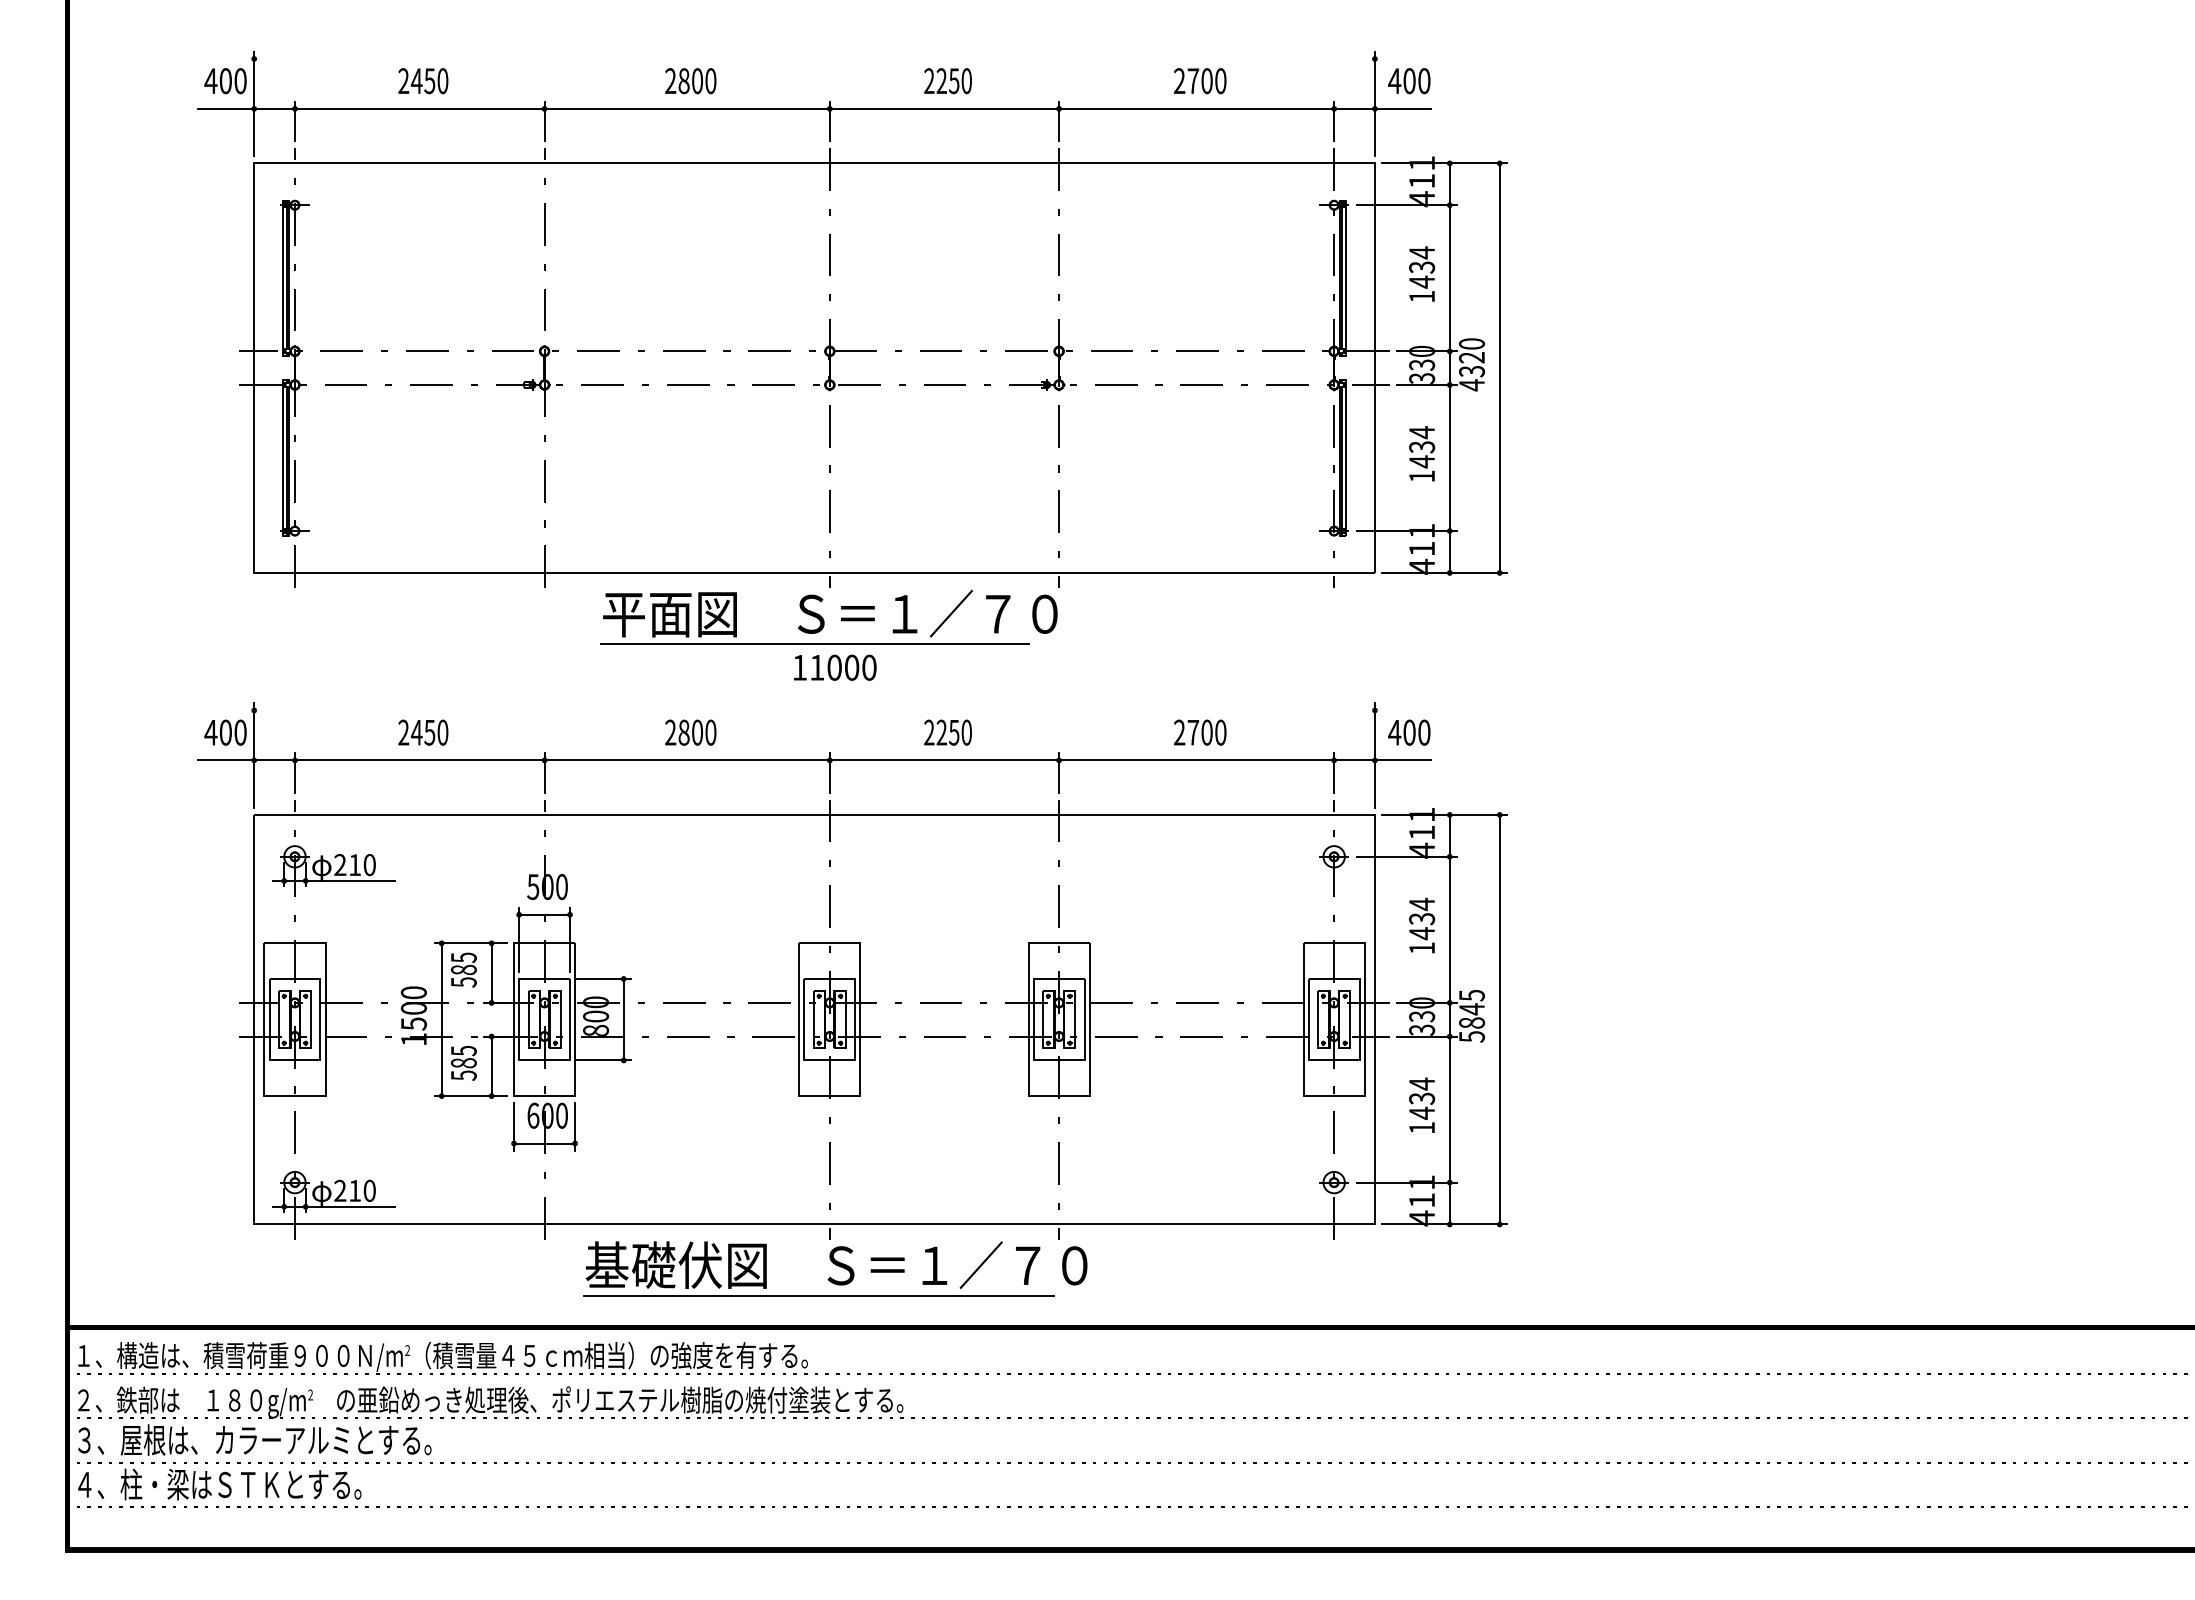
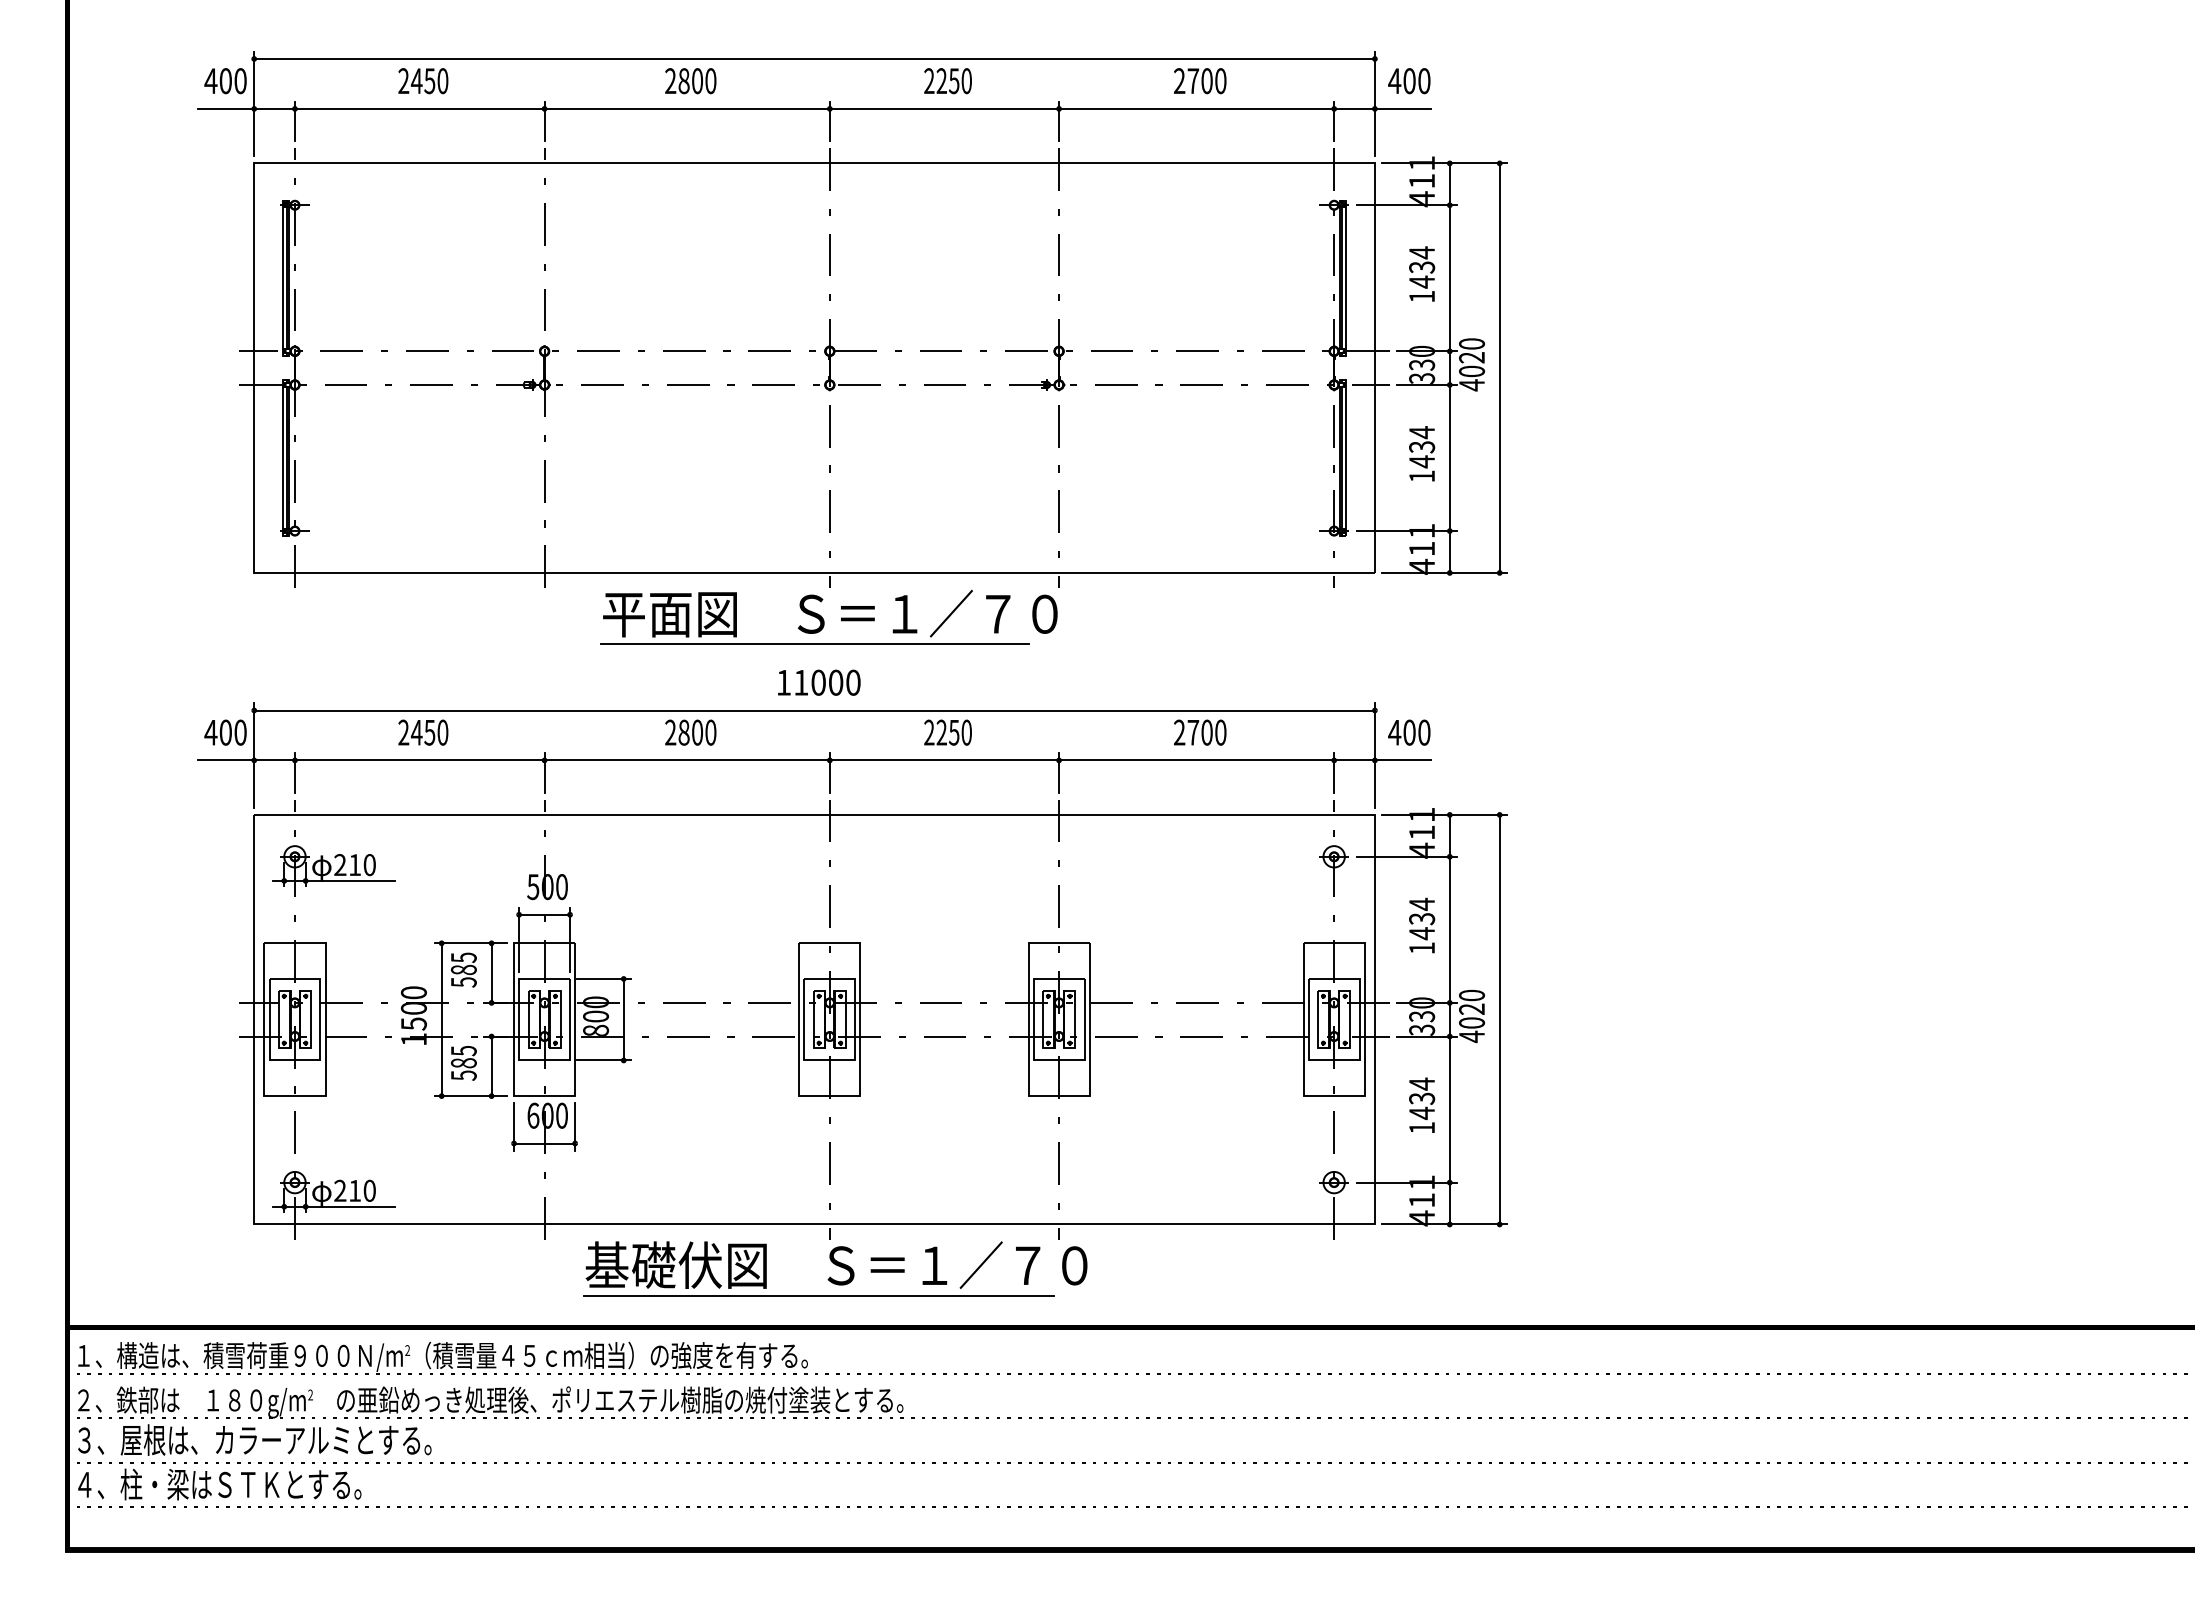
line at (814, 58): none -> present
text at (1471, 371): 4320 -> 4020
text at (835, 667) position: (835, 667) -> (819, 682)
line at (814, 710): none -> present
text at (1472, 1016): 5845 -> 4020
